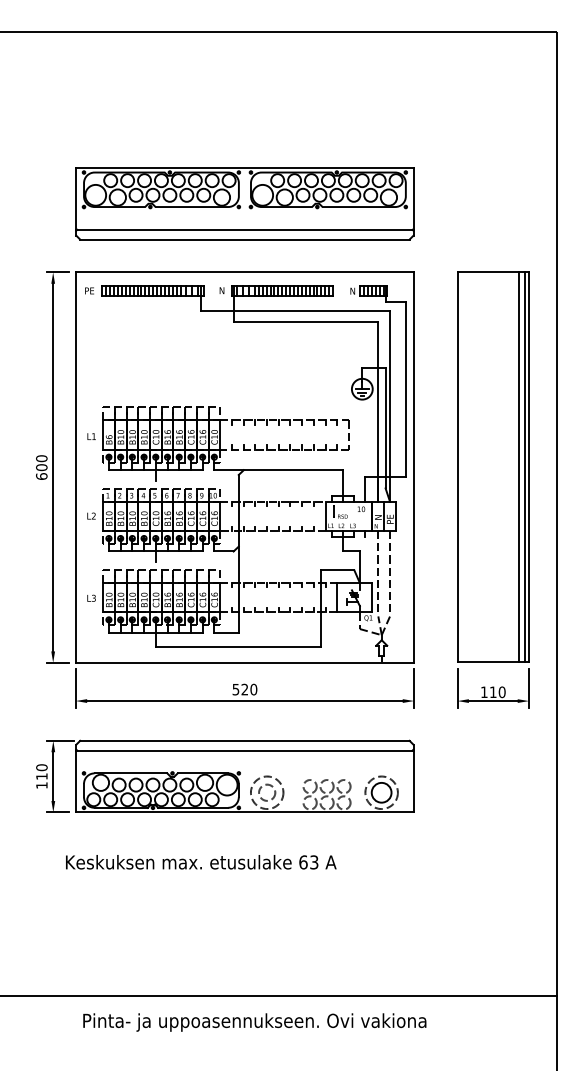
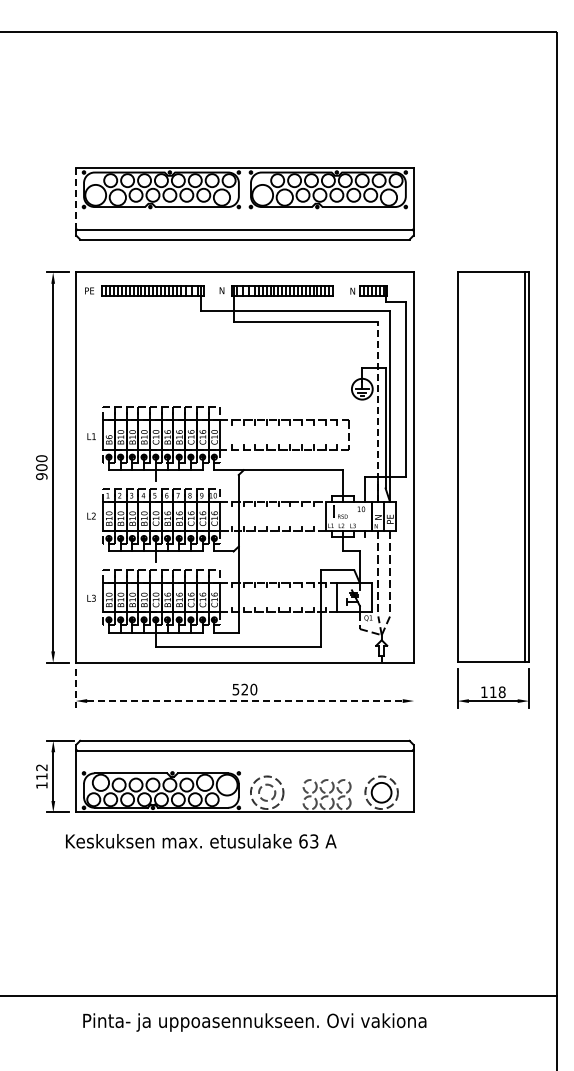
line at (75, 198): solid -> dashed
line at (378, 411): solid -> dashed
line at (519, 466): present -> none
text at (41, 476): 600 -> 900
line at (75, 688): solid -> dashed
line at (414, 688): present -> none
text at (501, 691): 110 -> 118
line at (244, 701): solid -> dashed
text at (41, 767): 110 -> 112
text at (201, 862) position: (201, 862) -> (201, 841)
